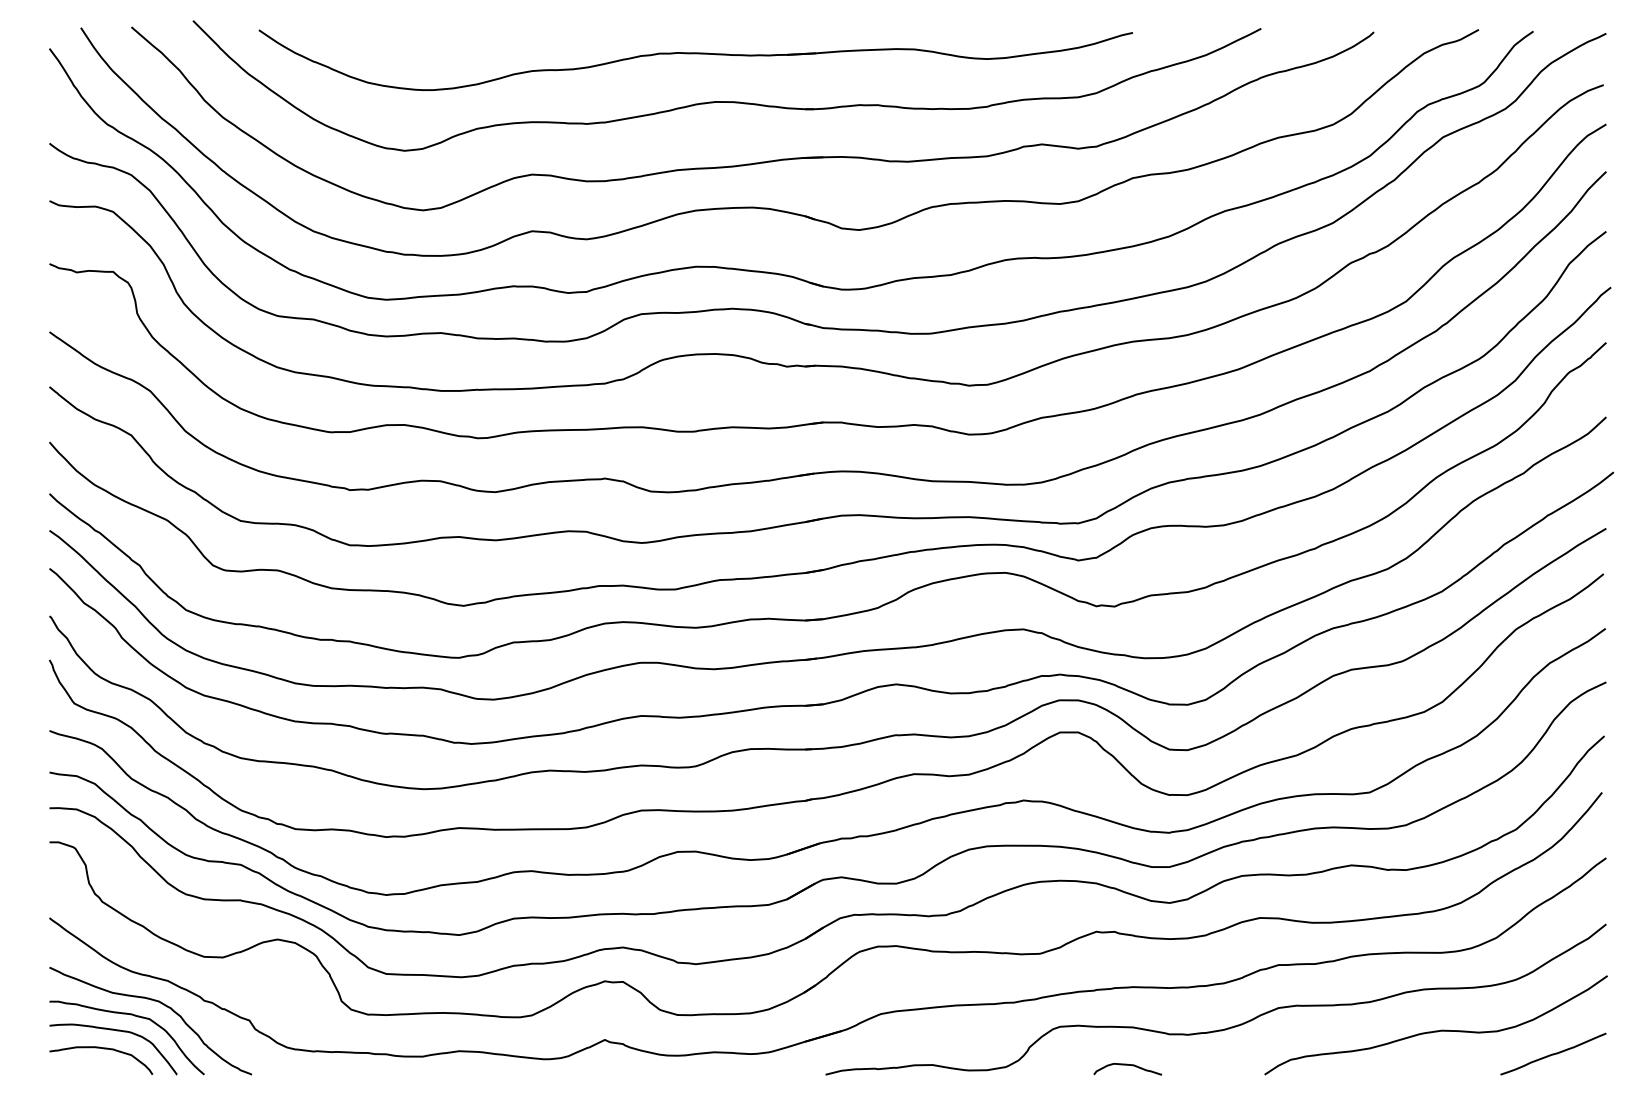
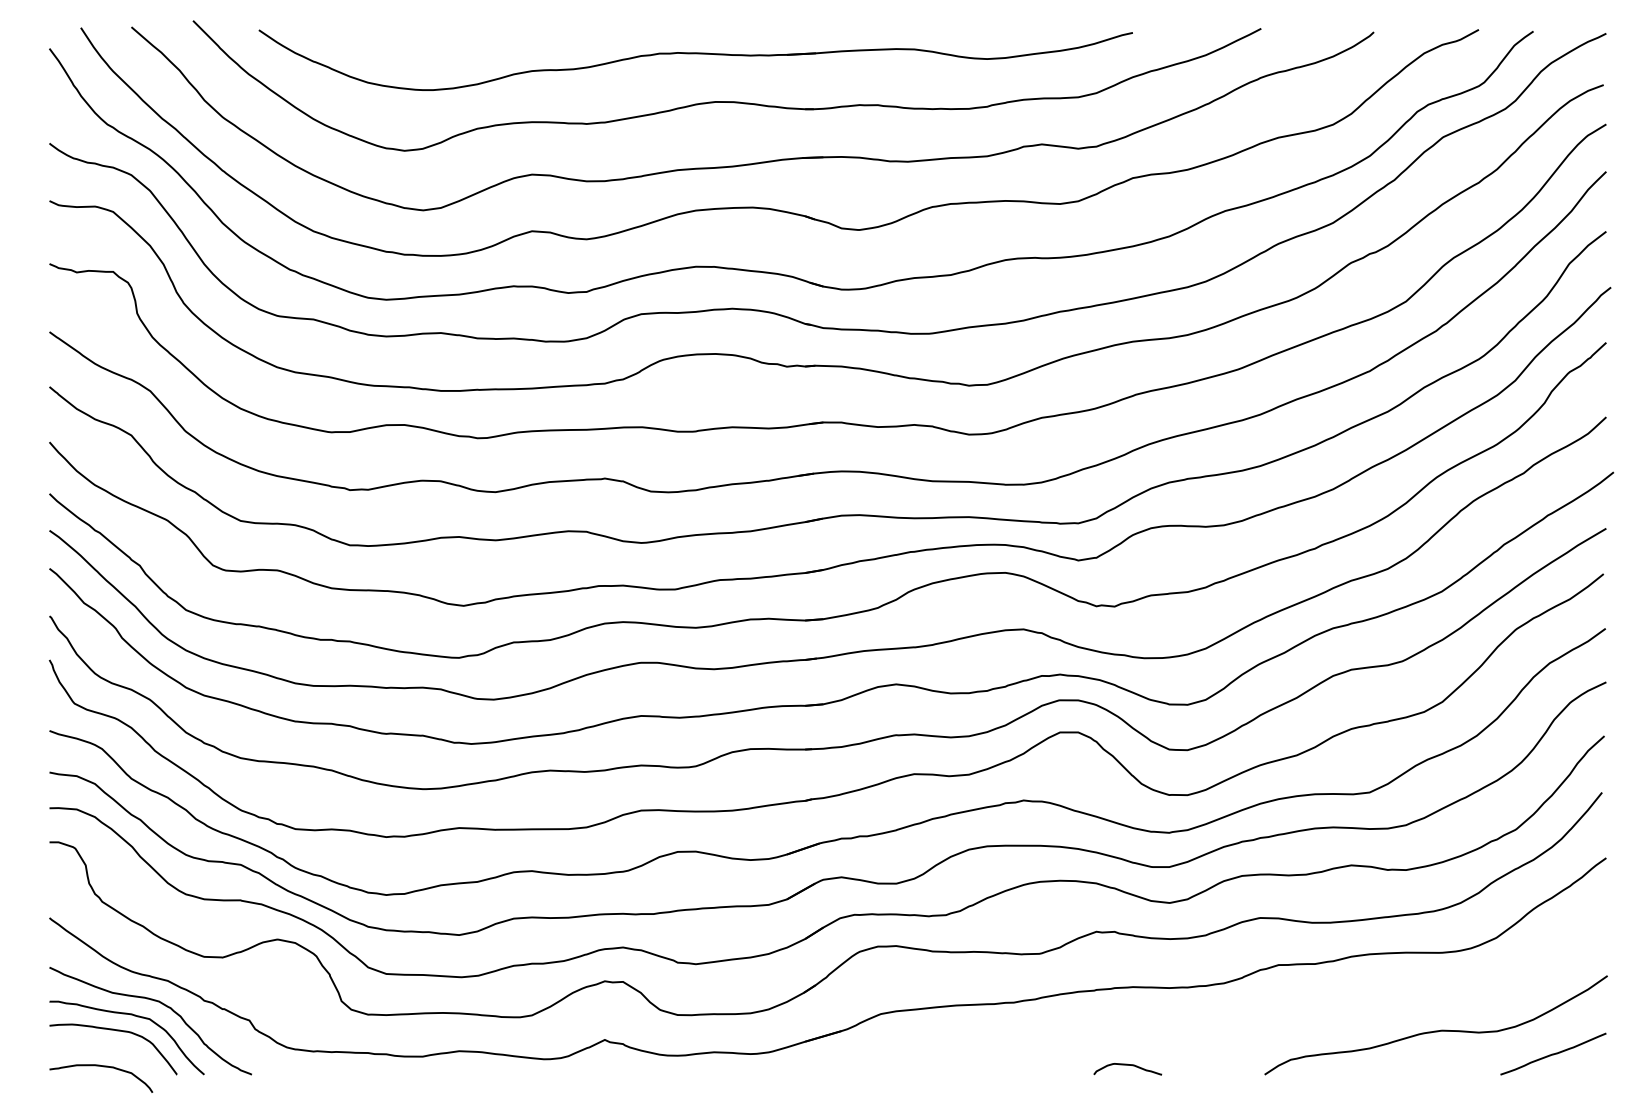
curve at (1218, 1029): present -> none
curve at (103, 1049) position: (103, 1049) -> (103, 1067)
